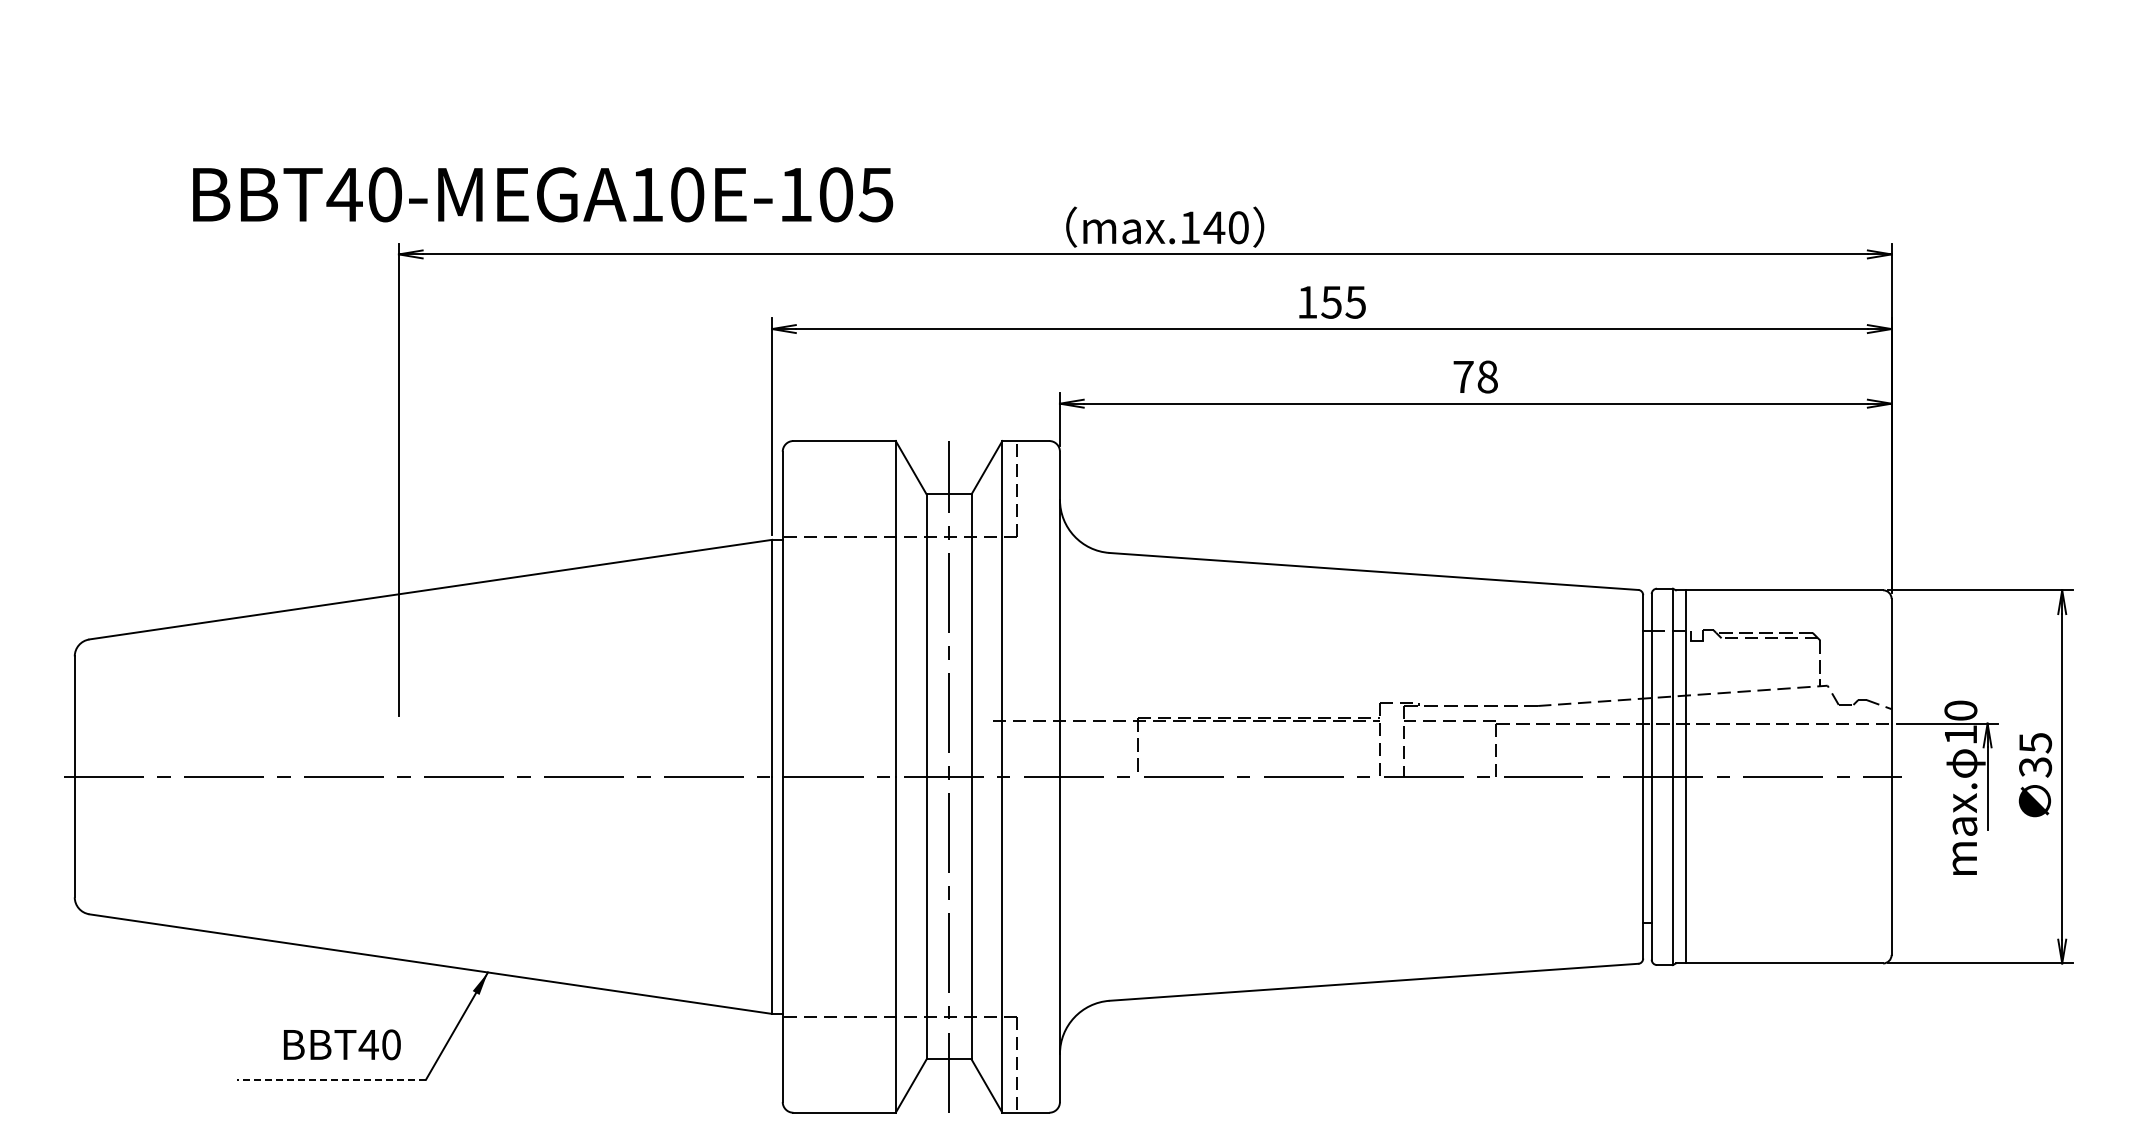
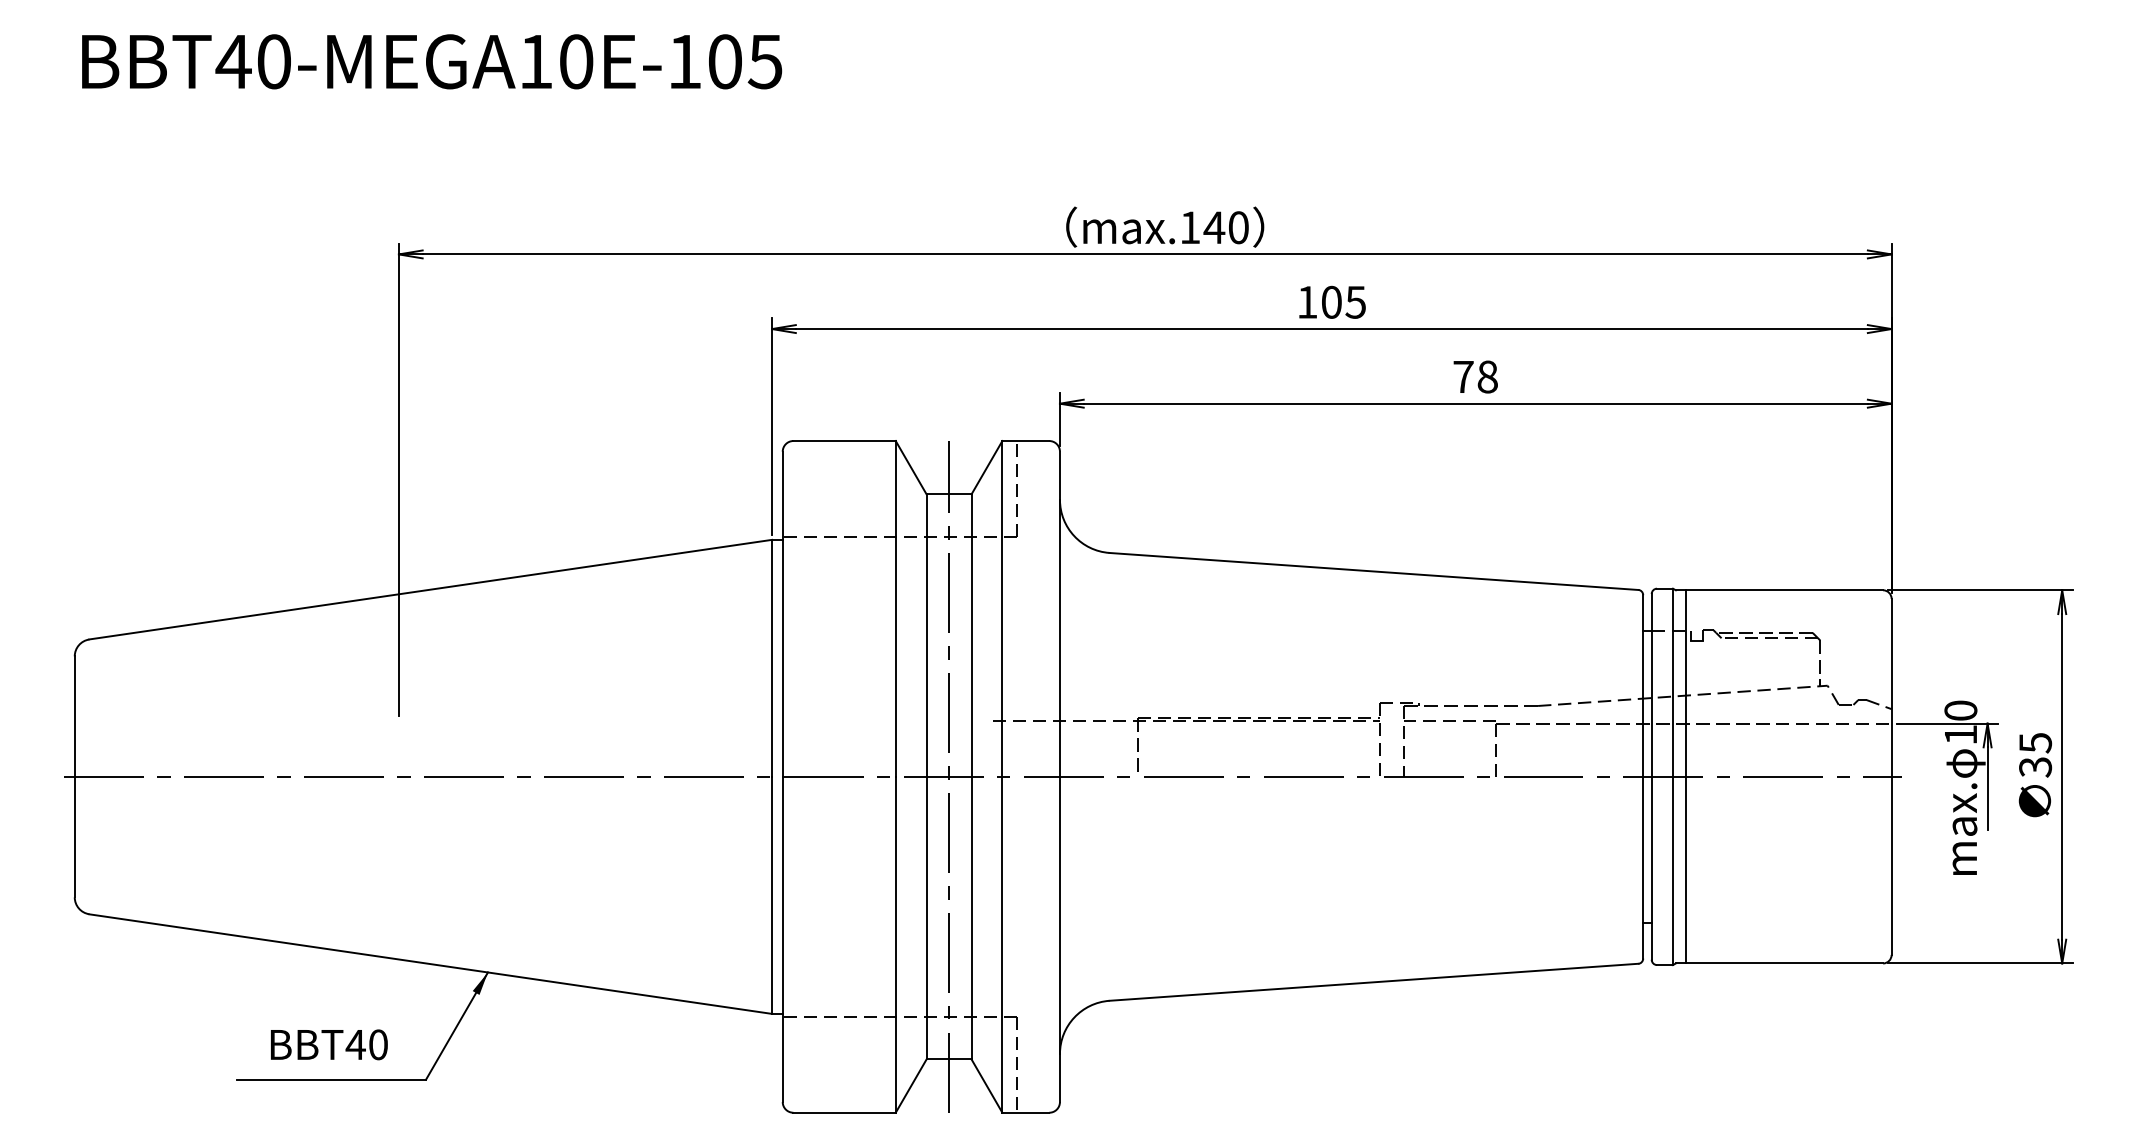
text at (543, 194) position: (543, 194) -> (432, 61)
text at (1331, 301): 155 -> 105
text at (342, 1044) position: (342, 1044) -> (329, 1044)
line at (331, 1079): dashed -> solid
